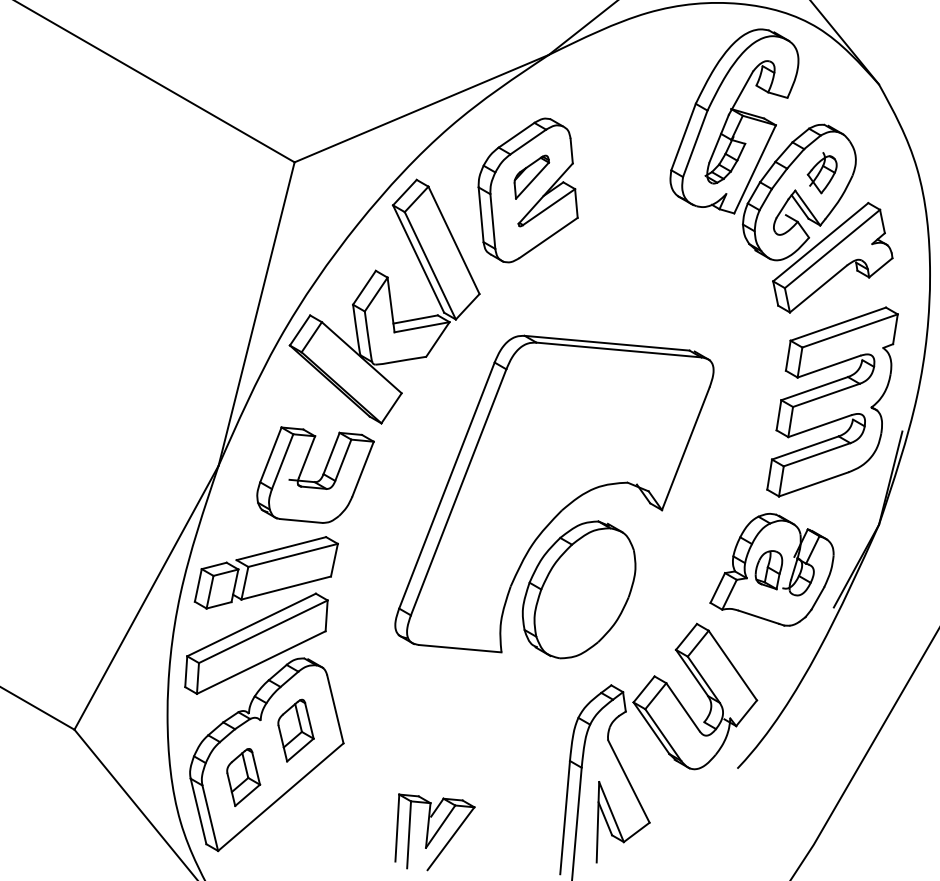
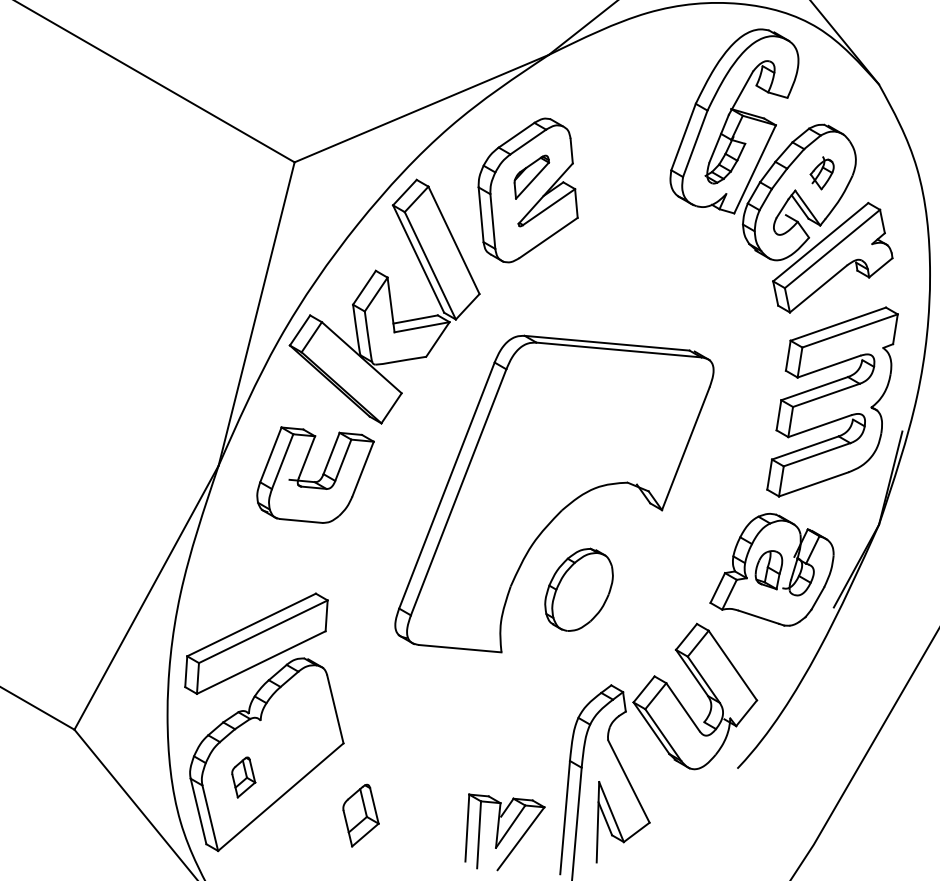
part at (821, 173) size: 32x43 px -> 26x35 px
part at (265, 572): present -> none
part at (578, 589) size: 116x140 px -> 70x85 px
part at (295, 730) position: (295, 730) -> (360, 815)
part at (243, 777) size: 36x59 px -> 26x43 px
part at (434, 832) position: (434, 832) -> (504, 832)
